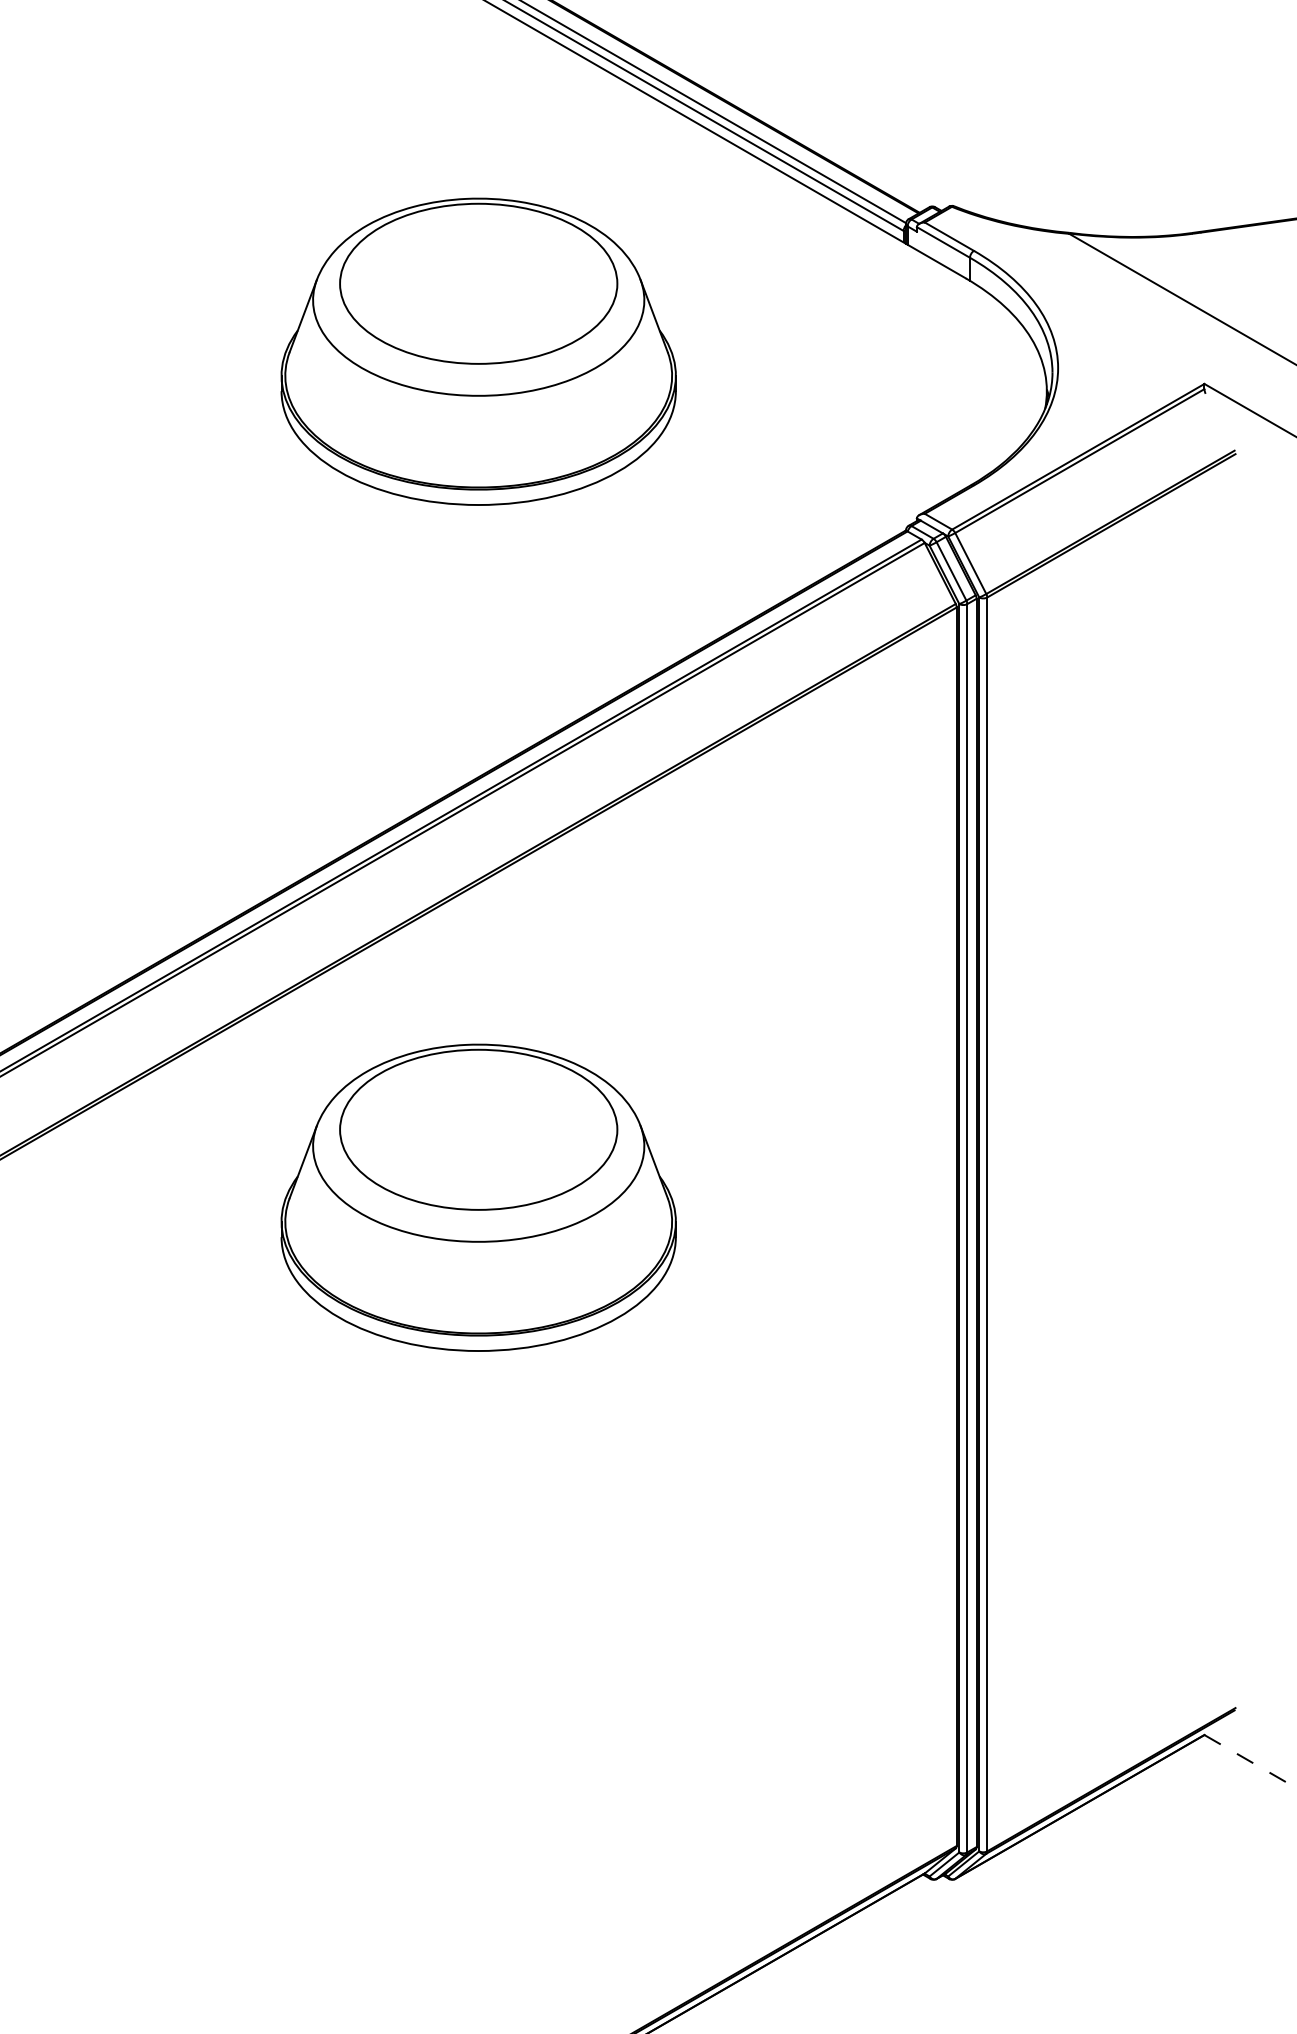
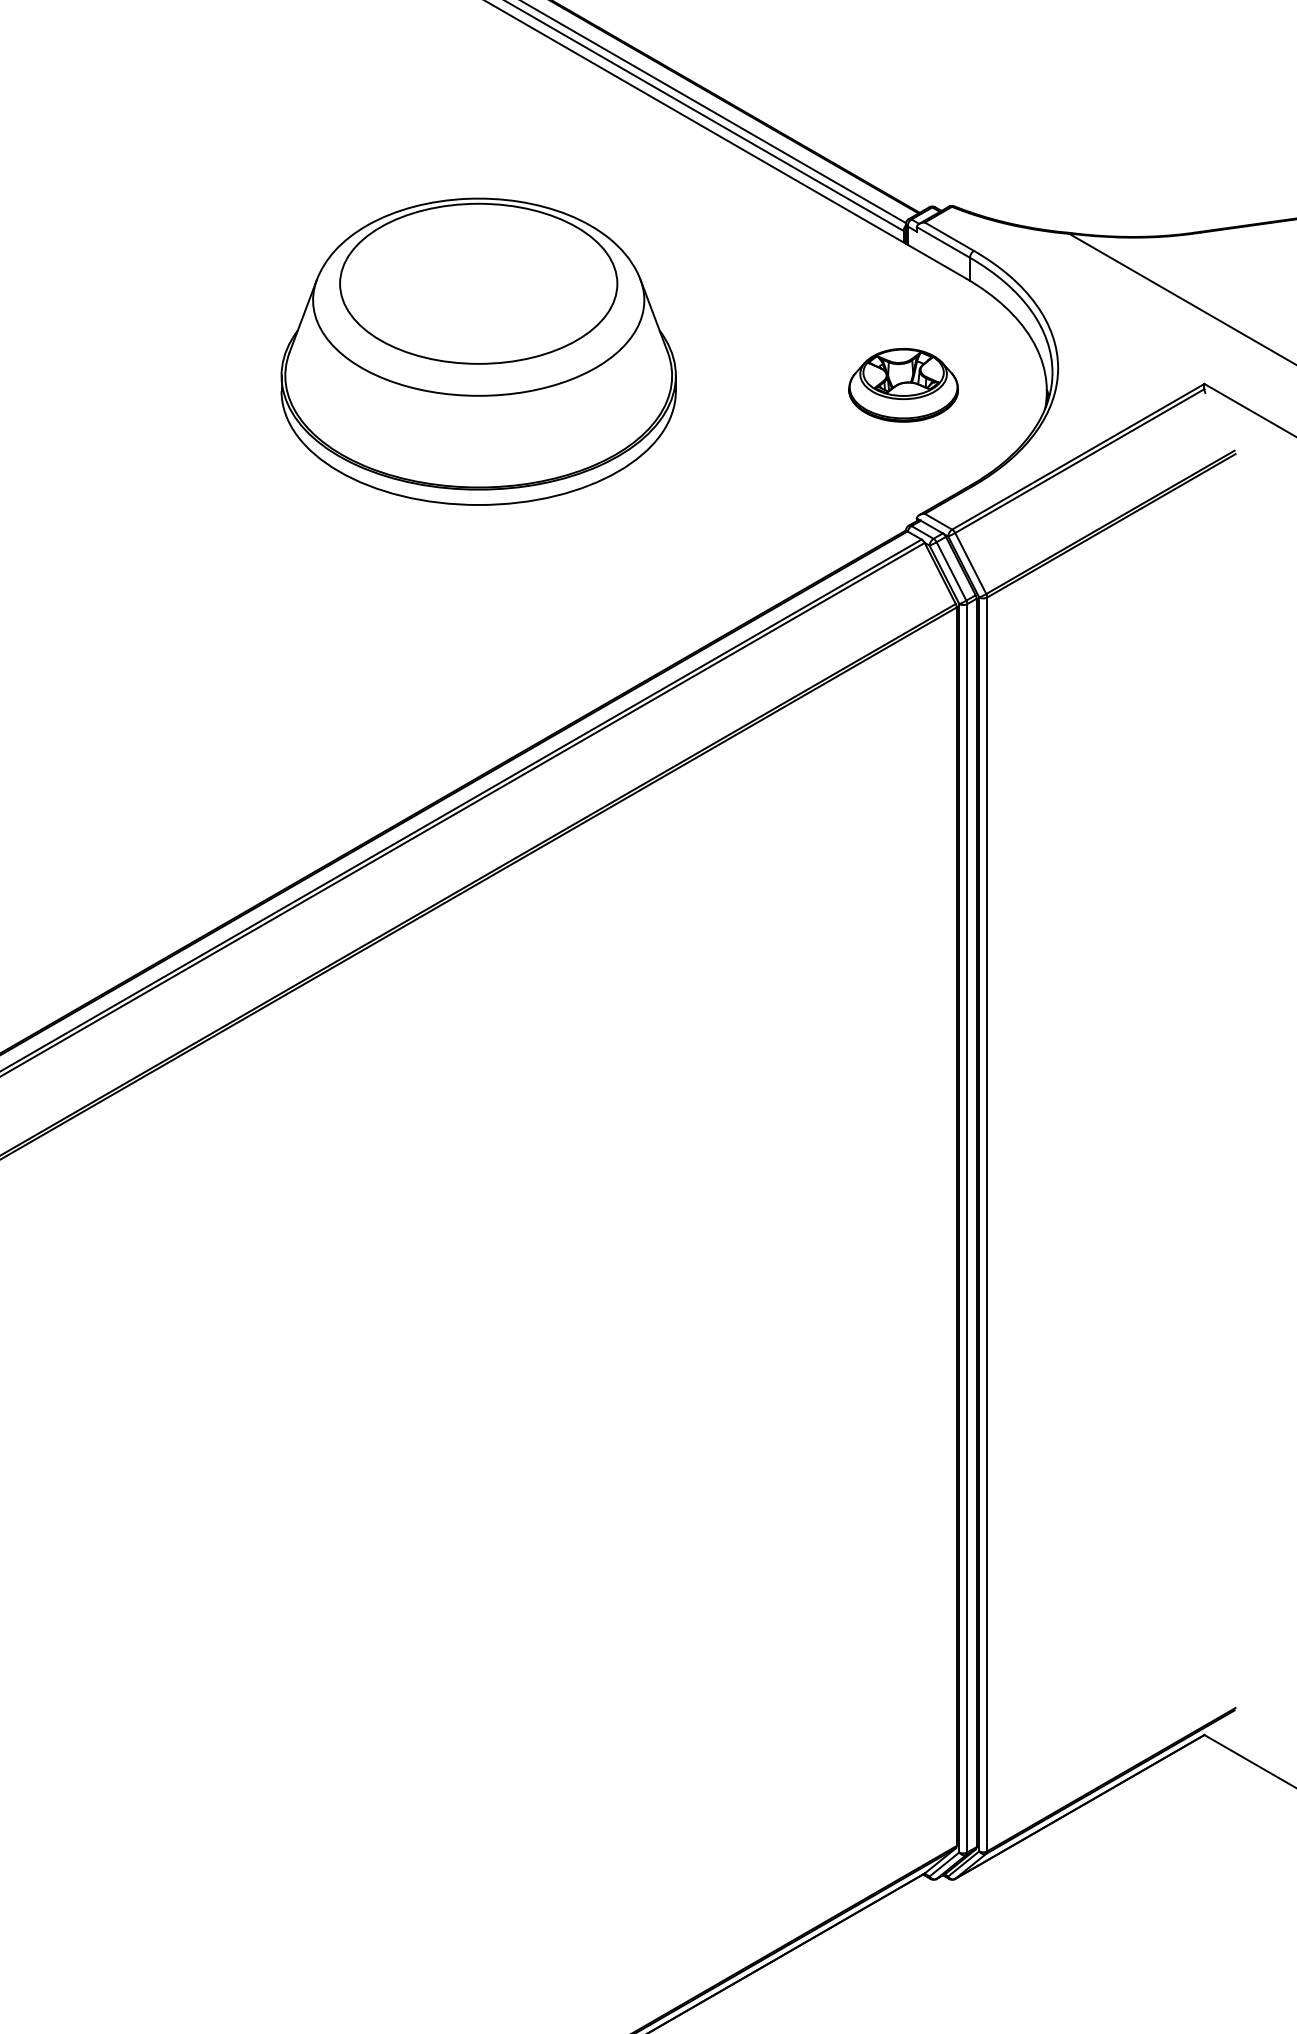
part at (903, 385): none -> present
part at (478, 1197): present -> none
line at (1250, 1761): dashed -> solid
